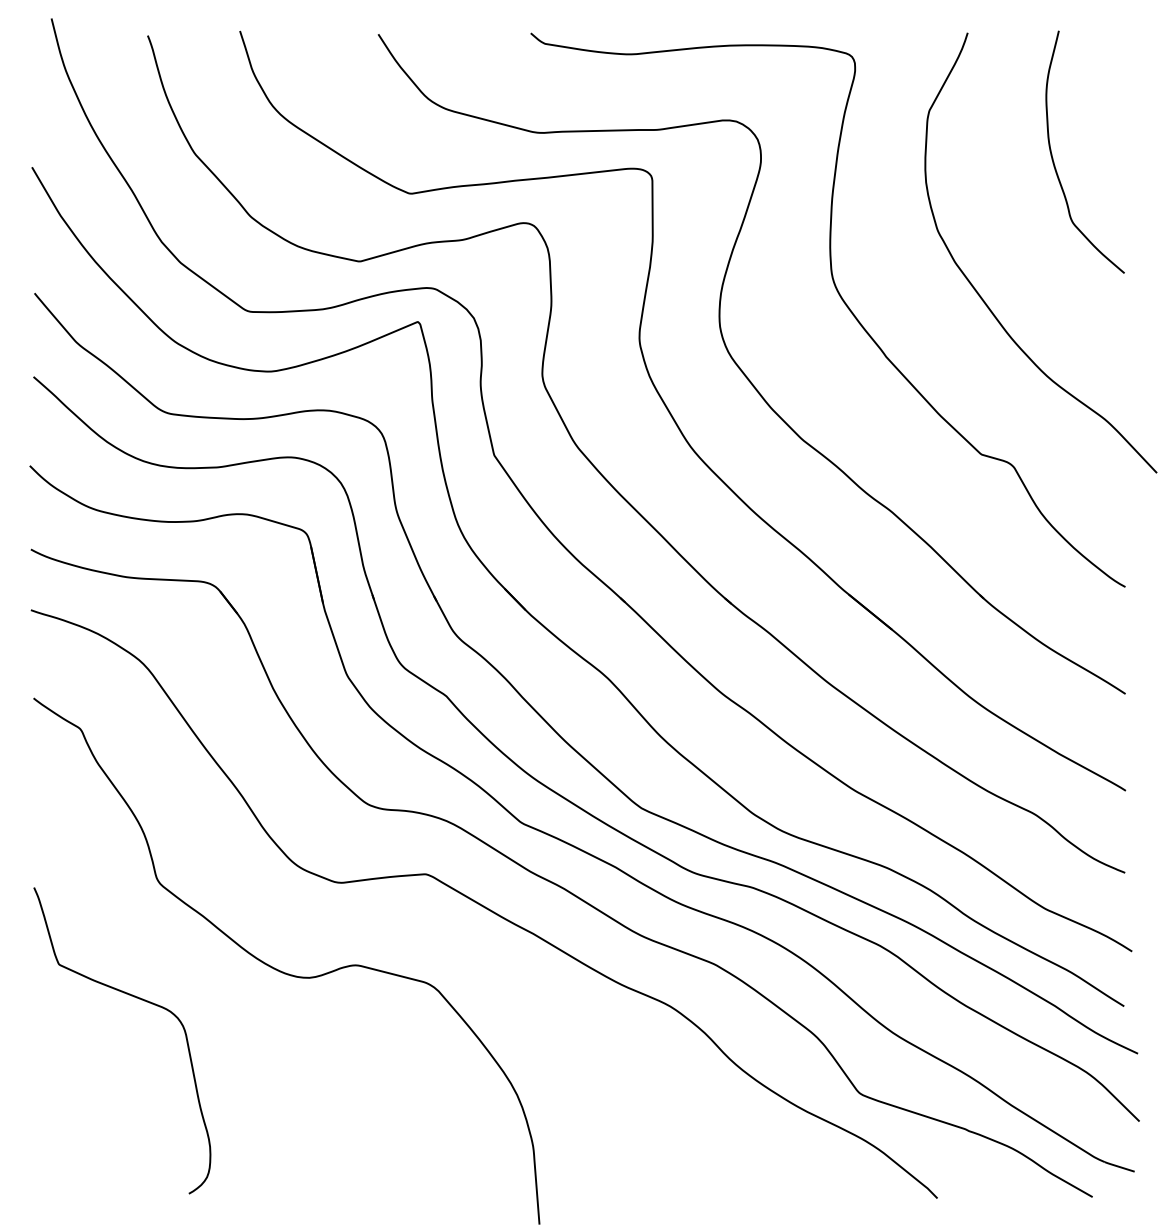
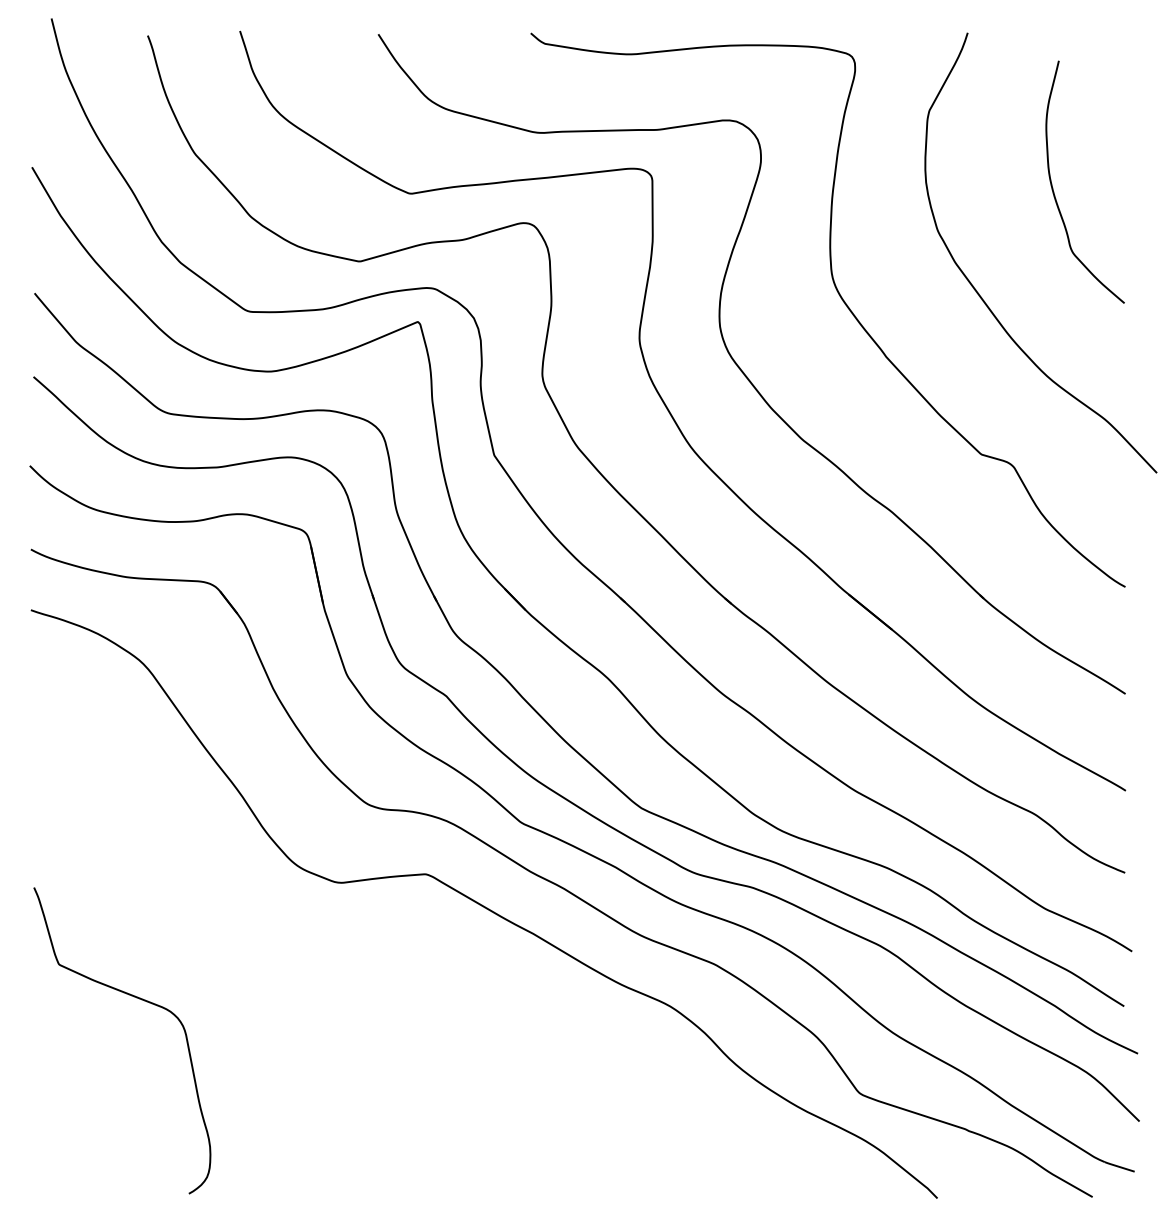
curve at (1054, 161) position: (1054, 161) -> (1054, 191)
curve at (283, 971): present -> none
